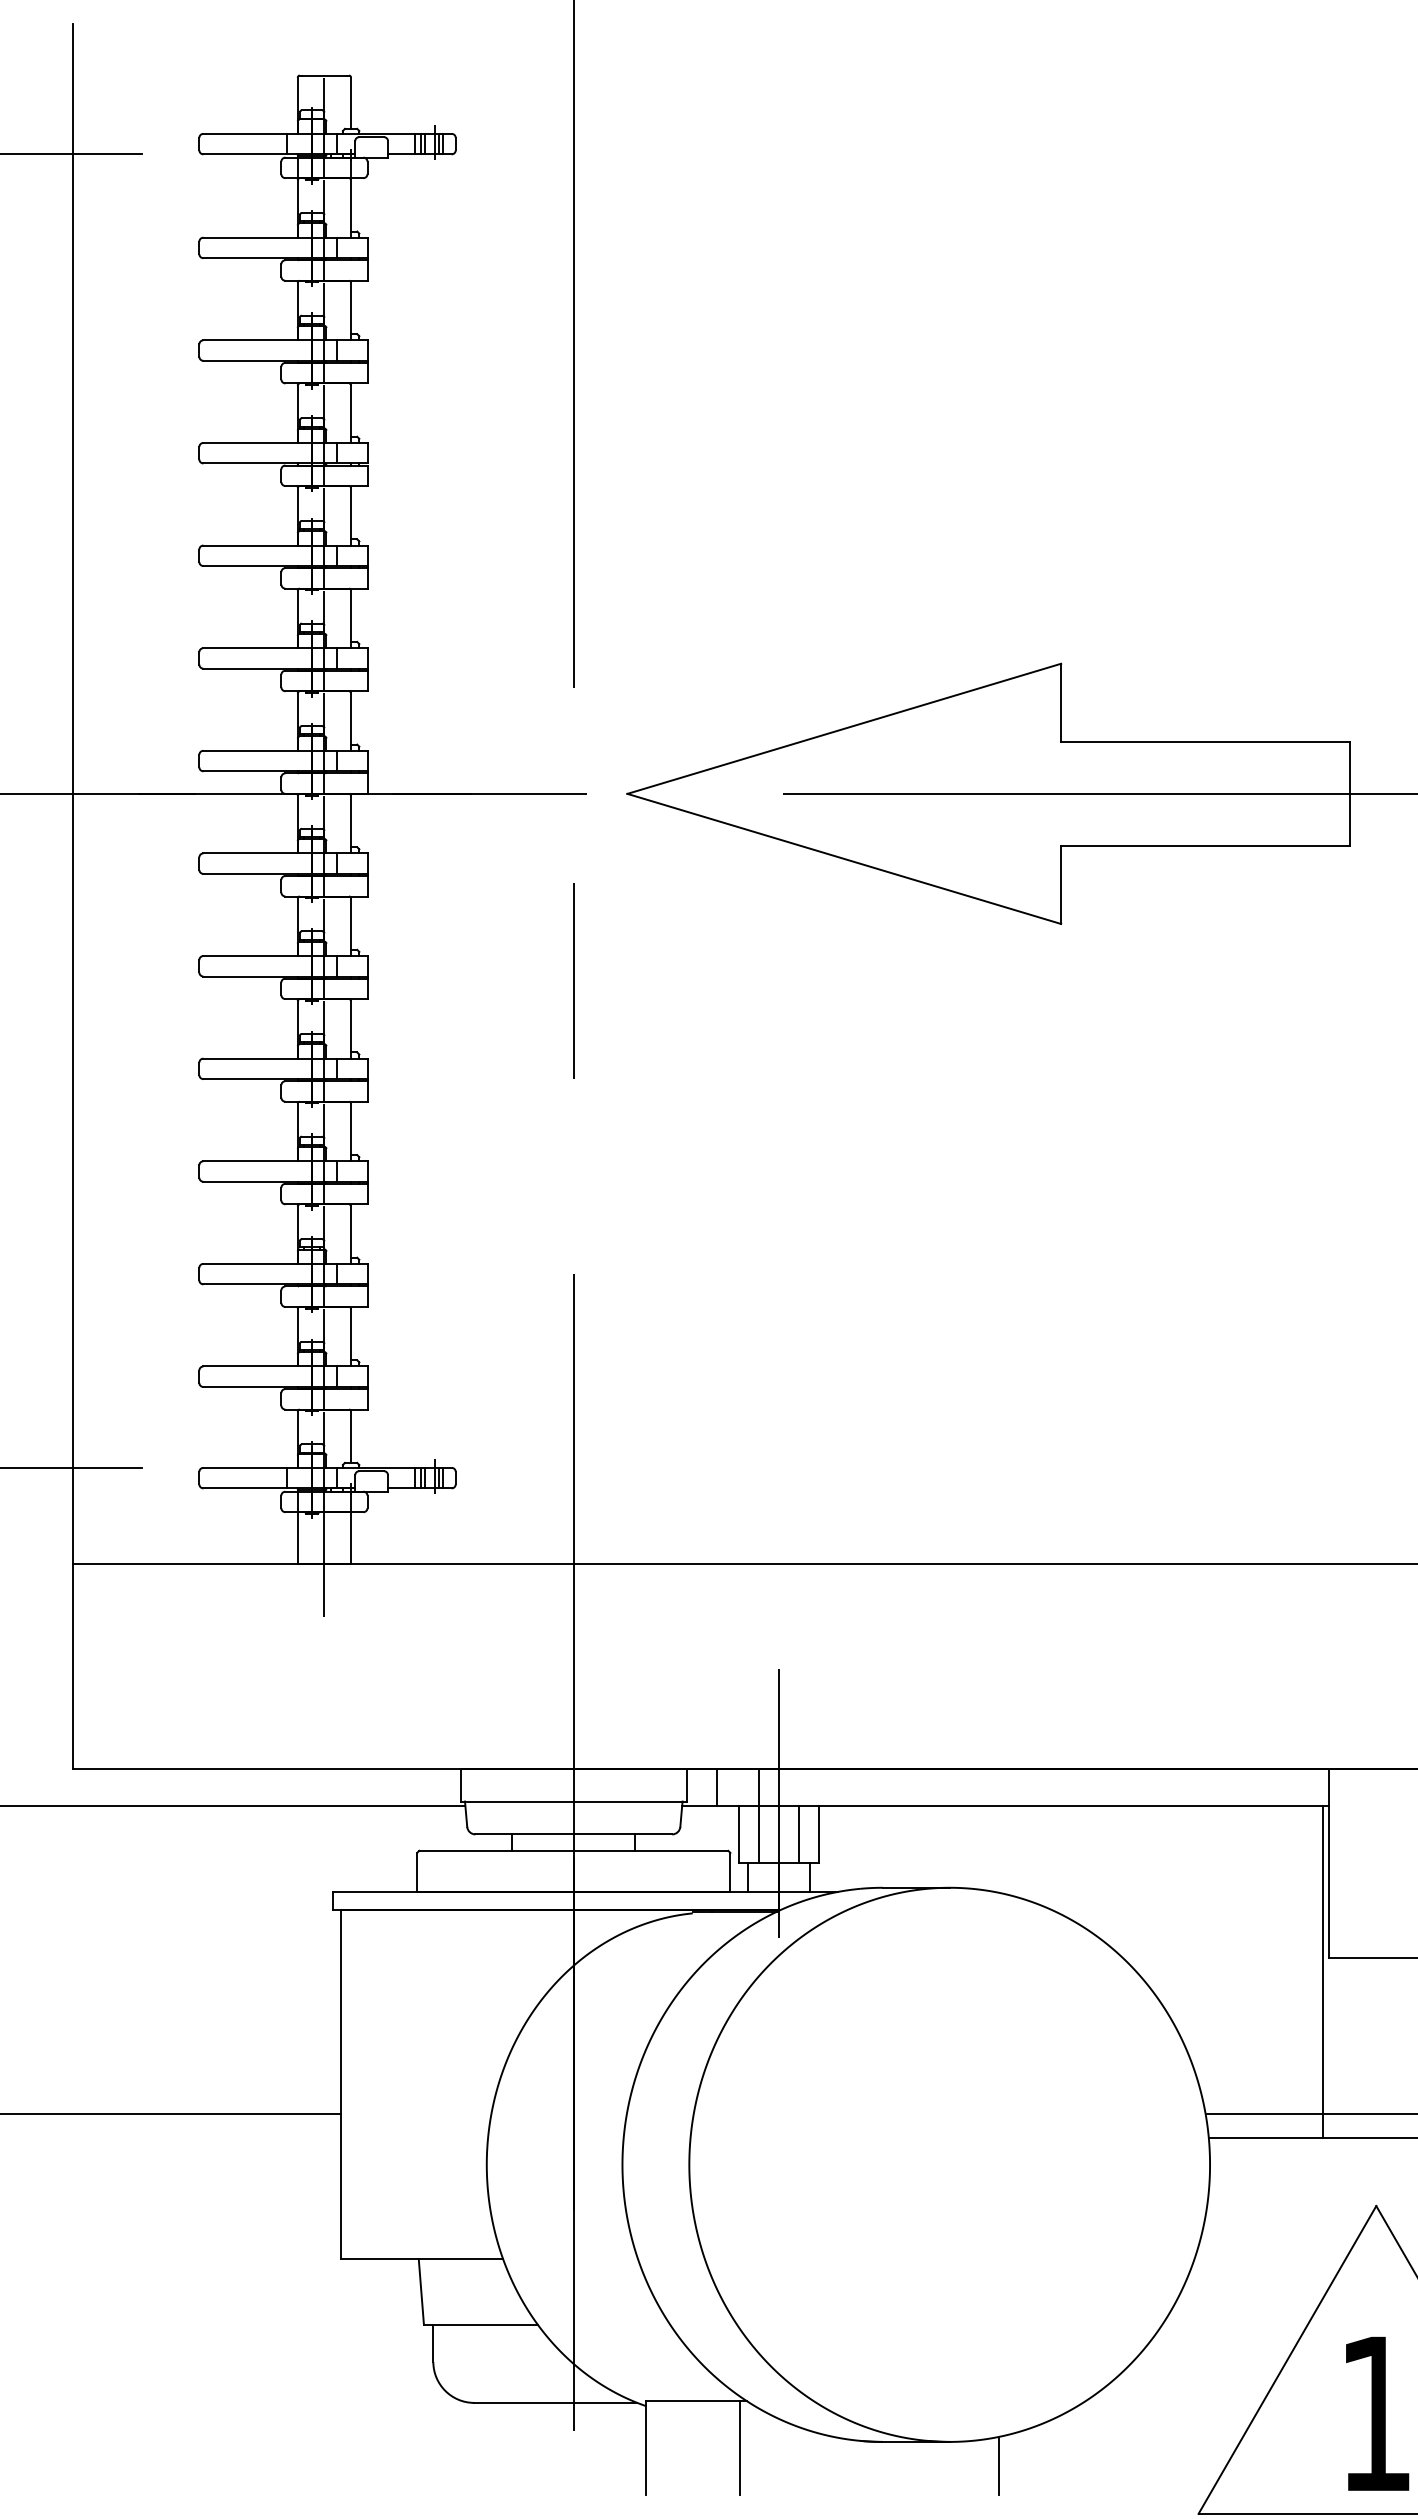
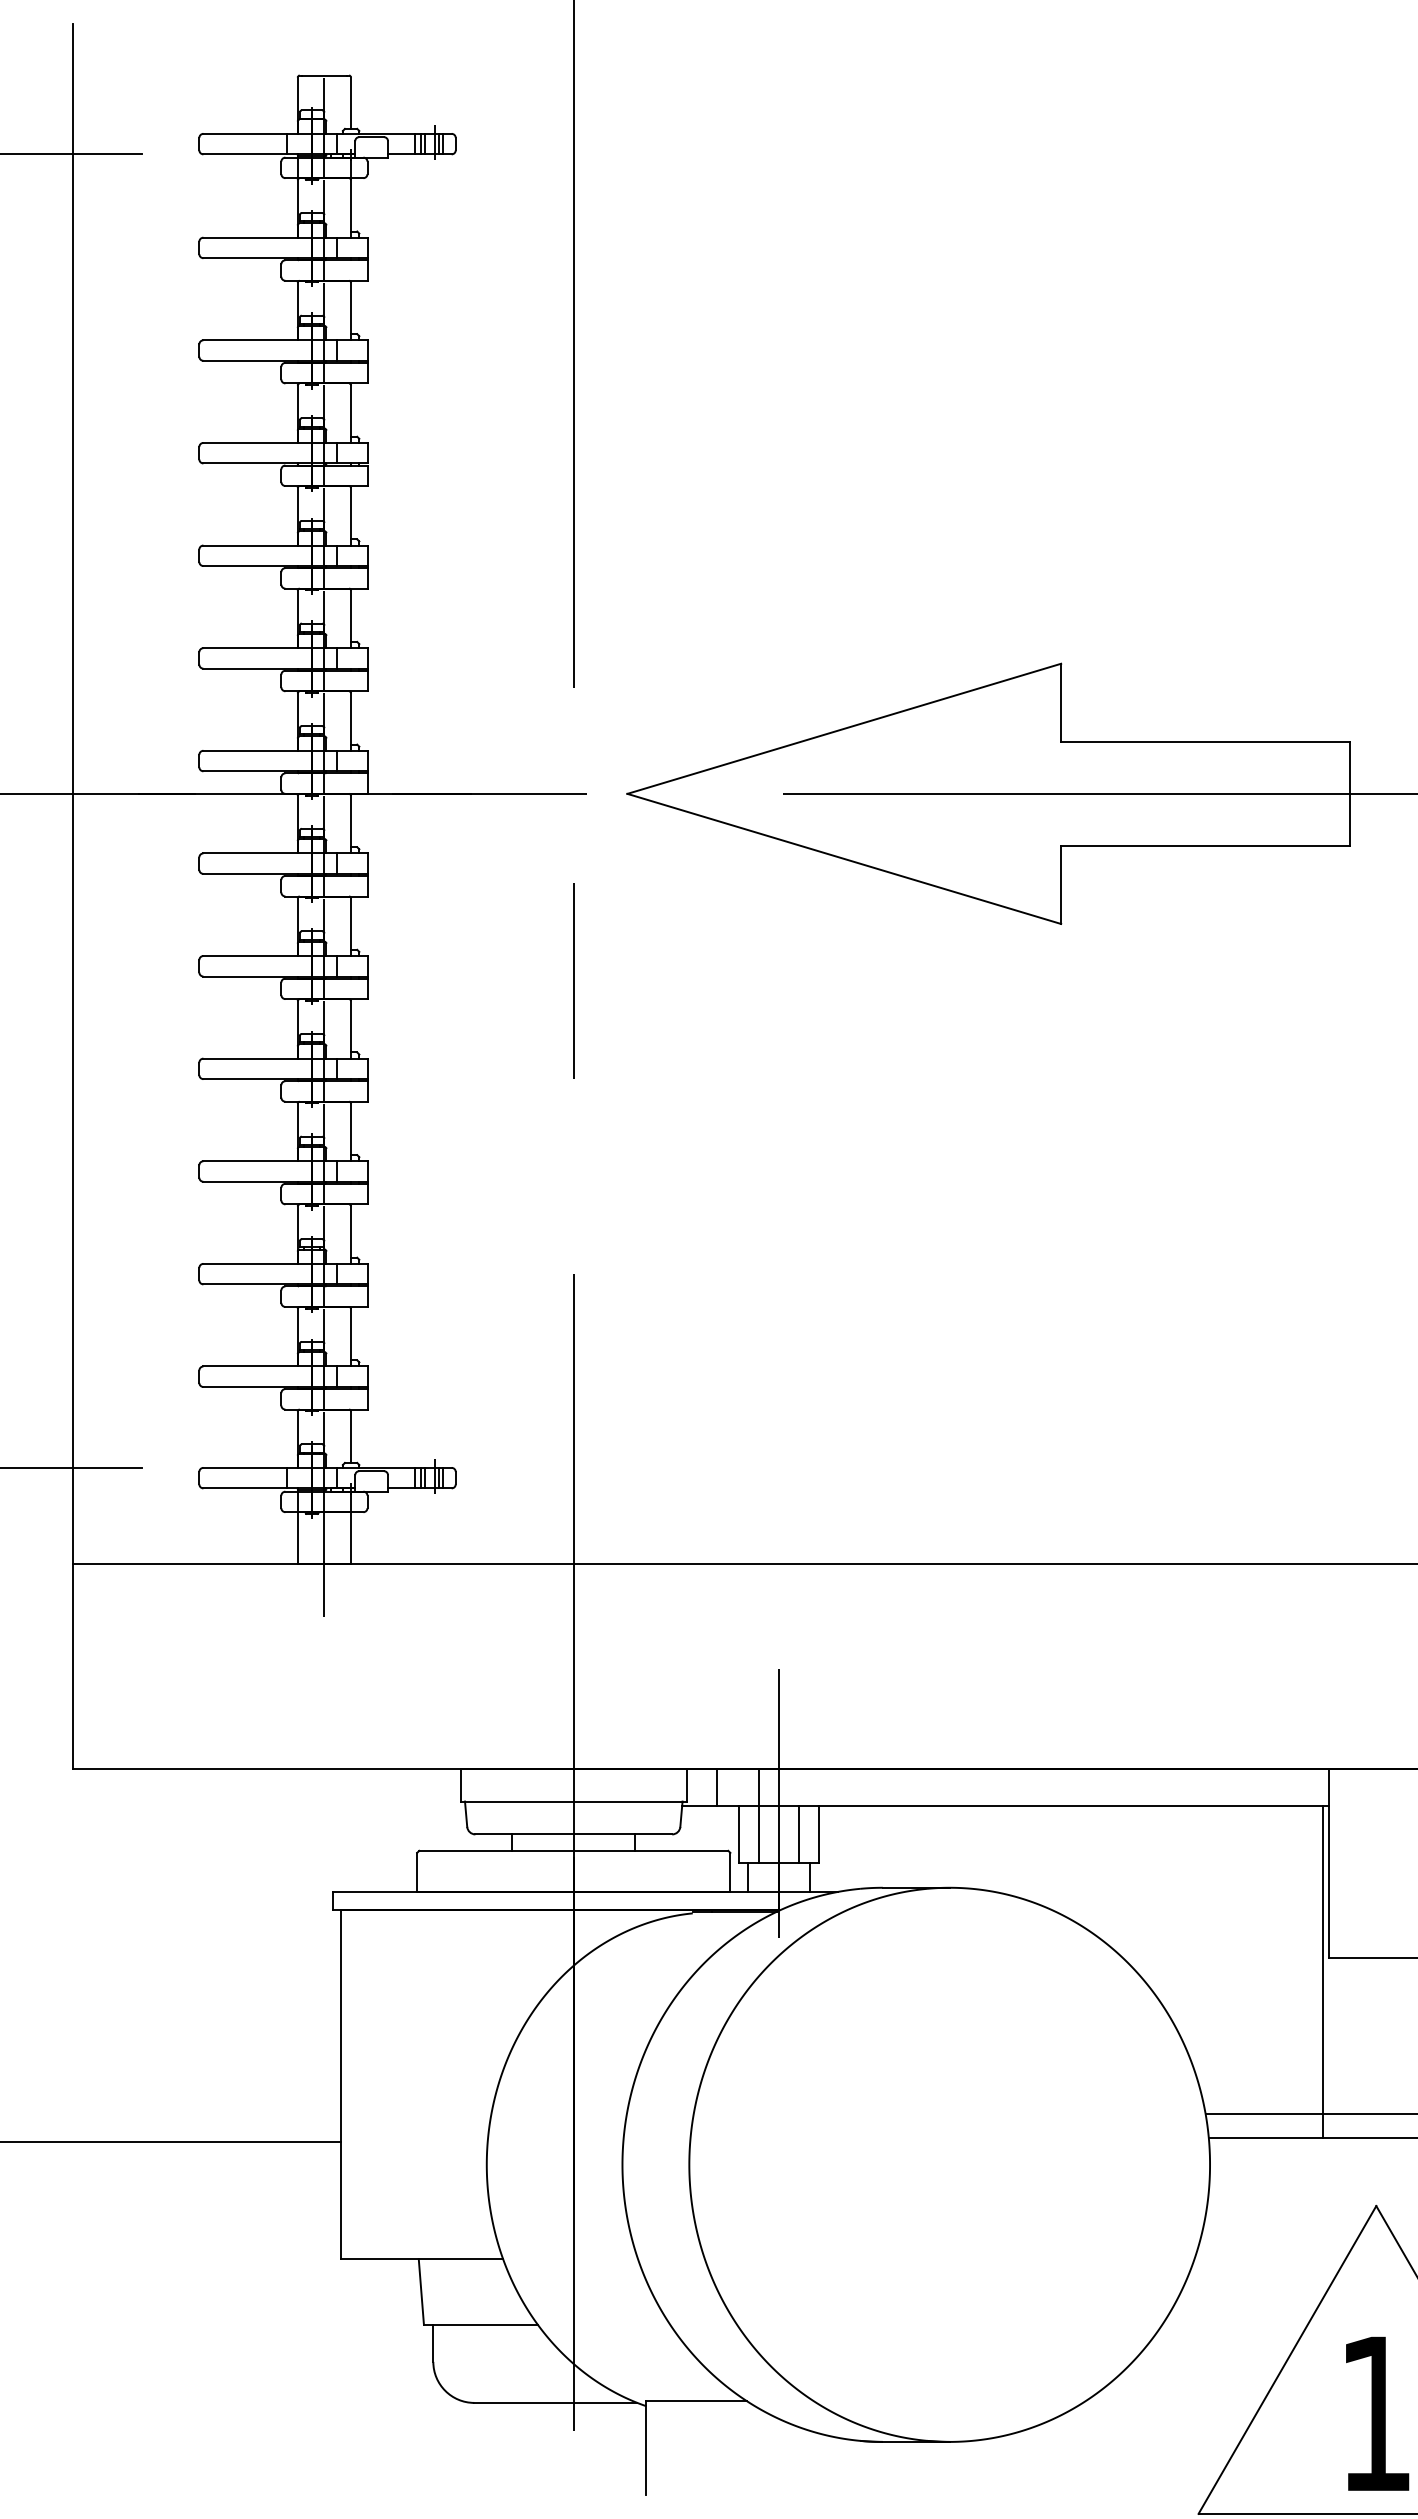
line at (233, 1805): present -> none
line at (171, 2113) position: (171, 2113) -> (171, 2141)
line at (740, 2447): present -> none
line at (998, 2465): present -> none
